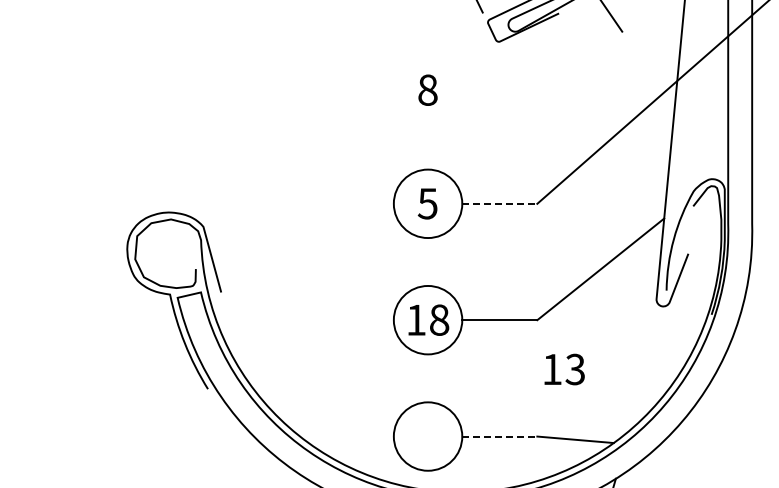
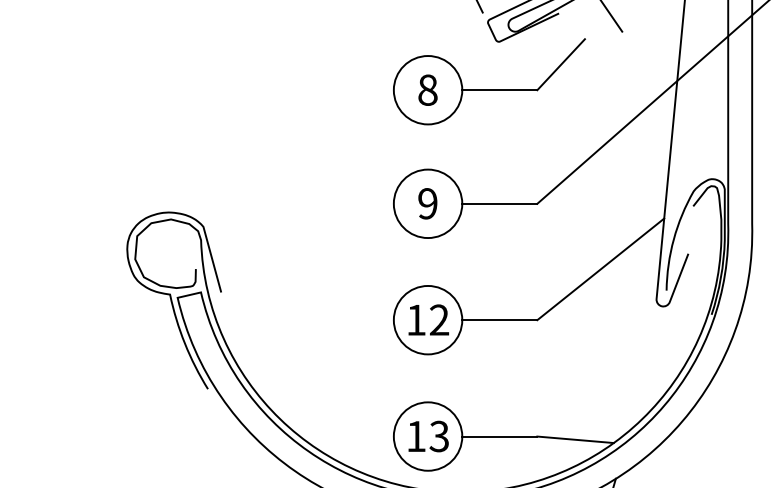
part at (489, 89): none -> present
text at (427, 203): 5 -> 9
line at (499, 203): dashed -> solid
text at (439, 319): 18 -> 12
text at (564, 369) position: (564, 369) -> (428, 436)
line at (499, 436): dashed -> solid
